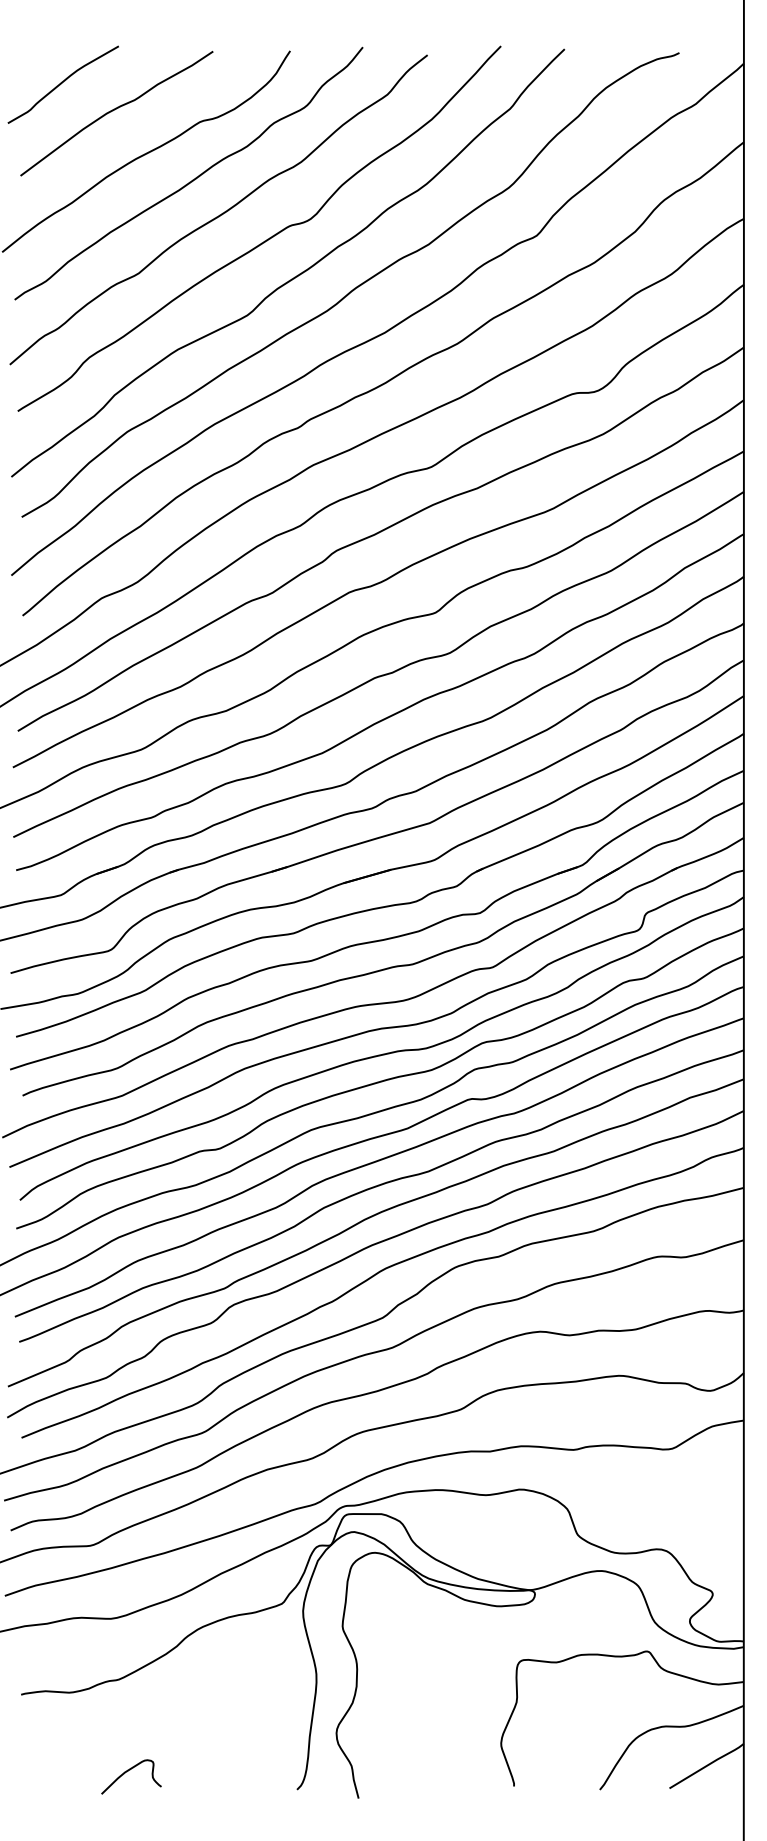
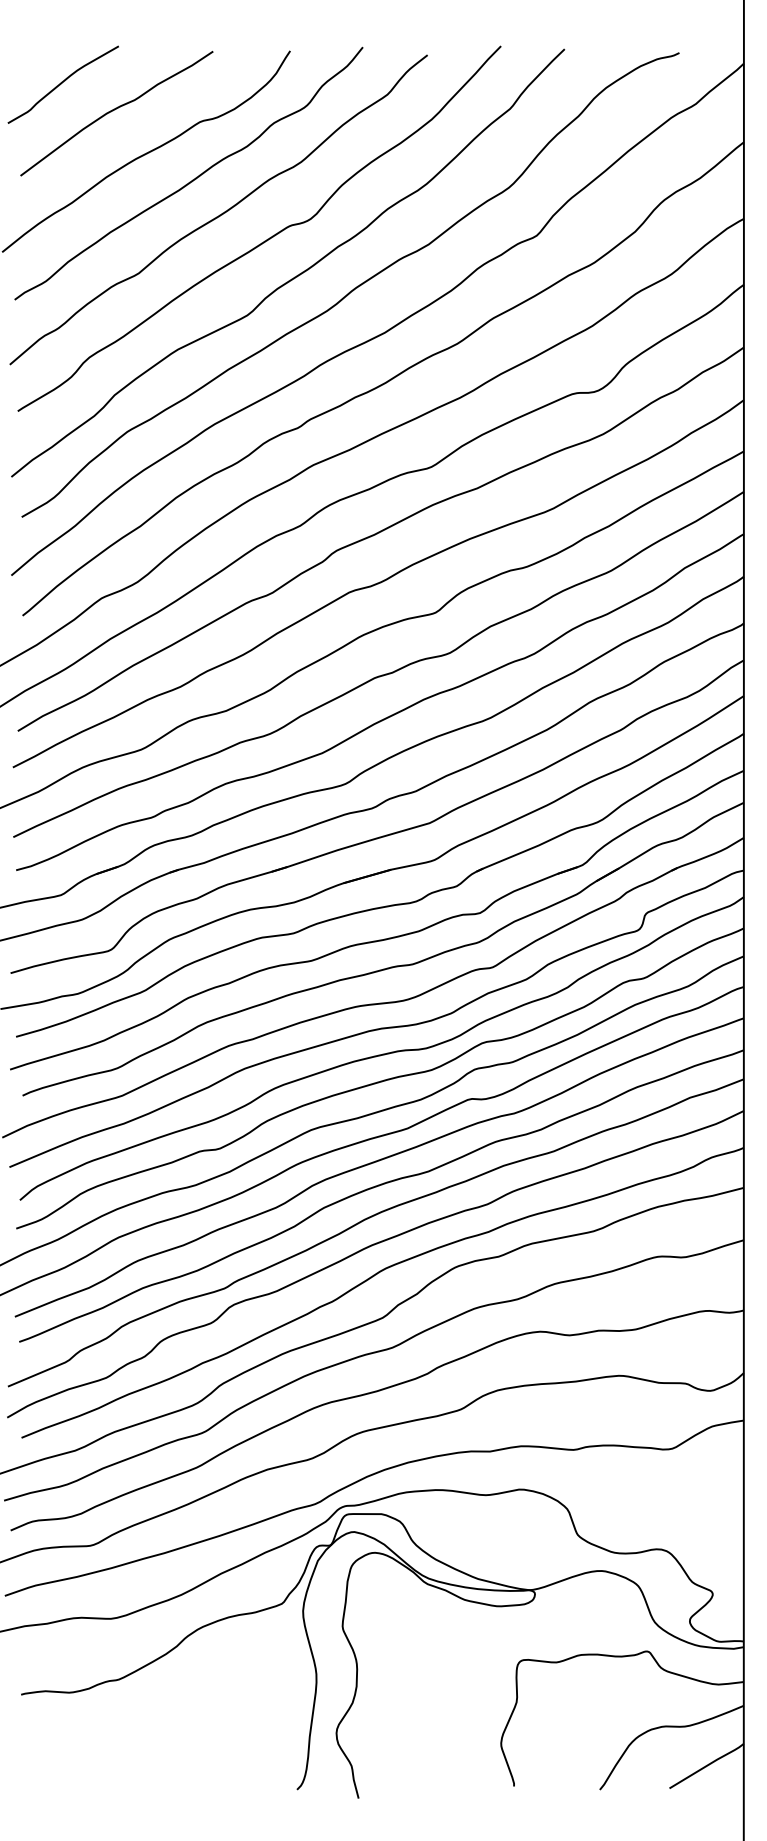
curve at (128, 1771): present -> none
